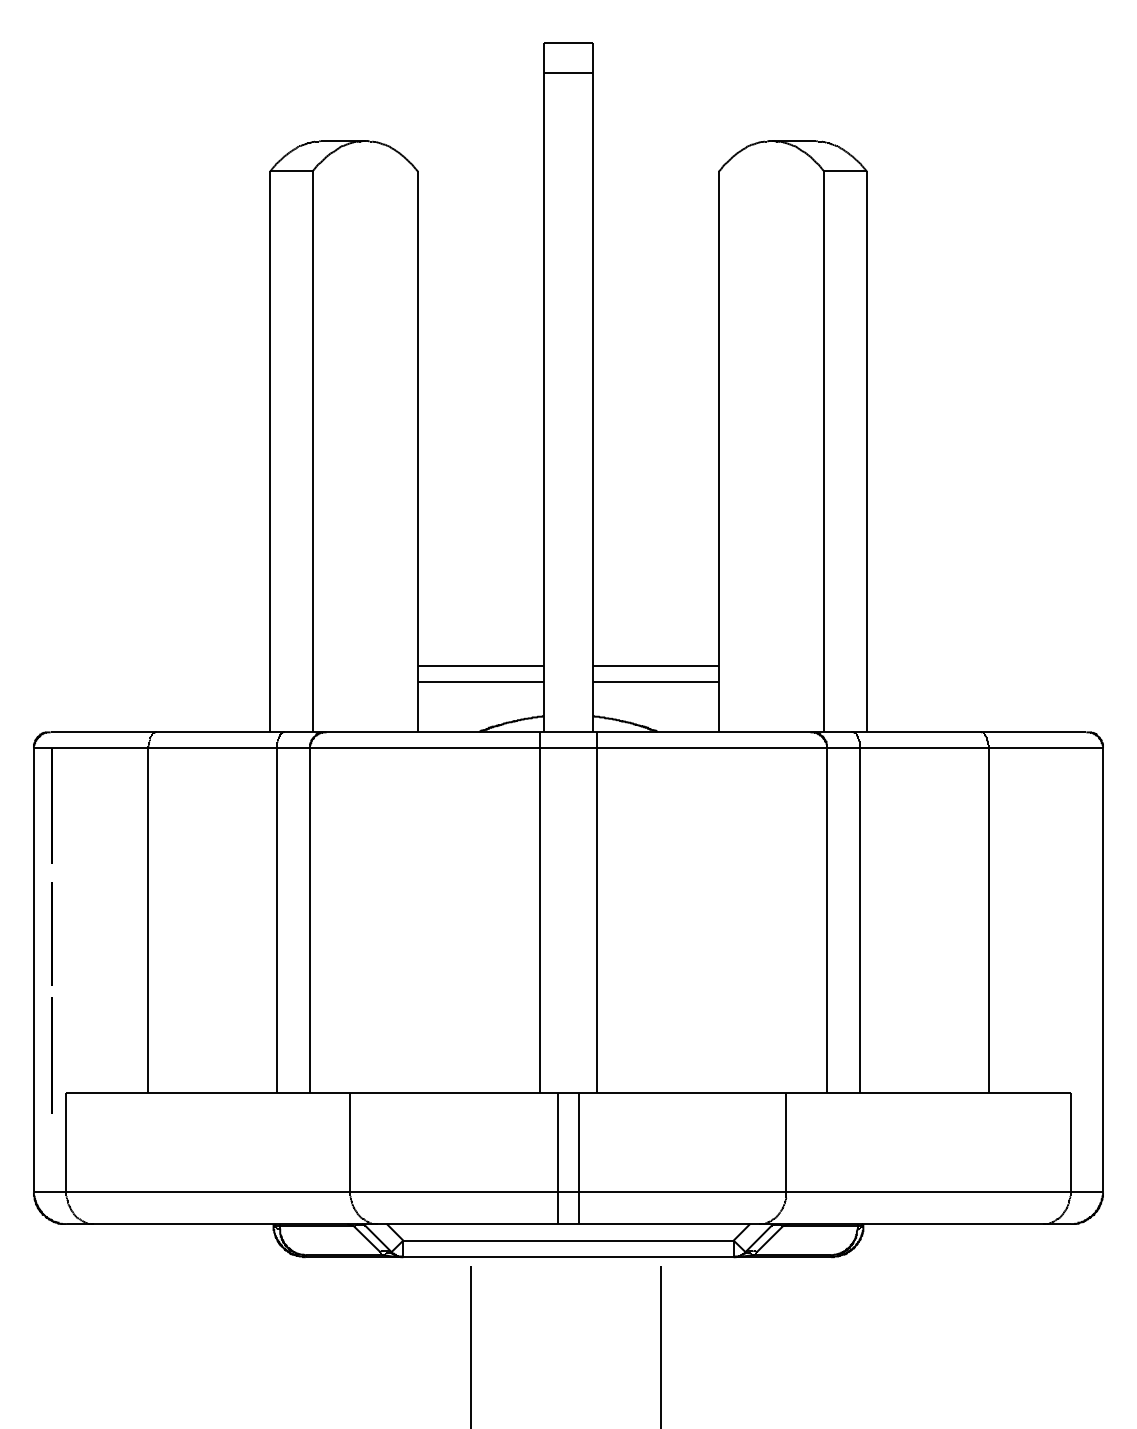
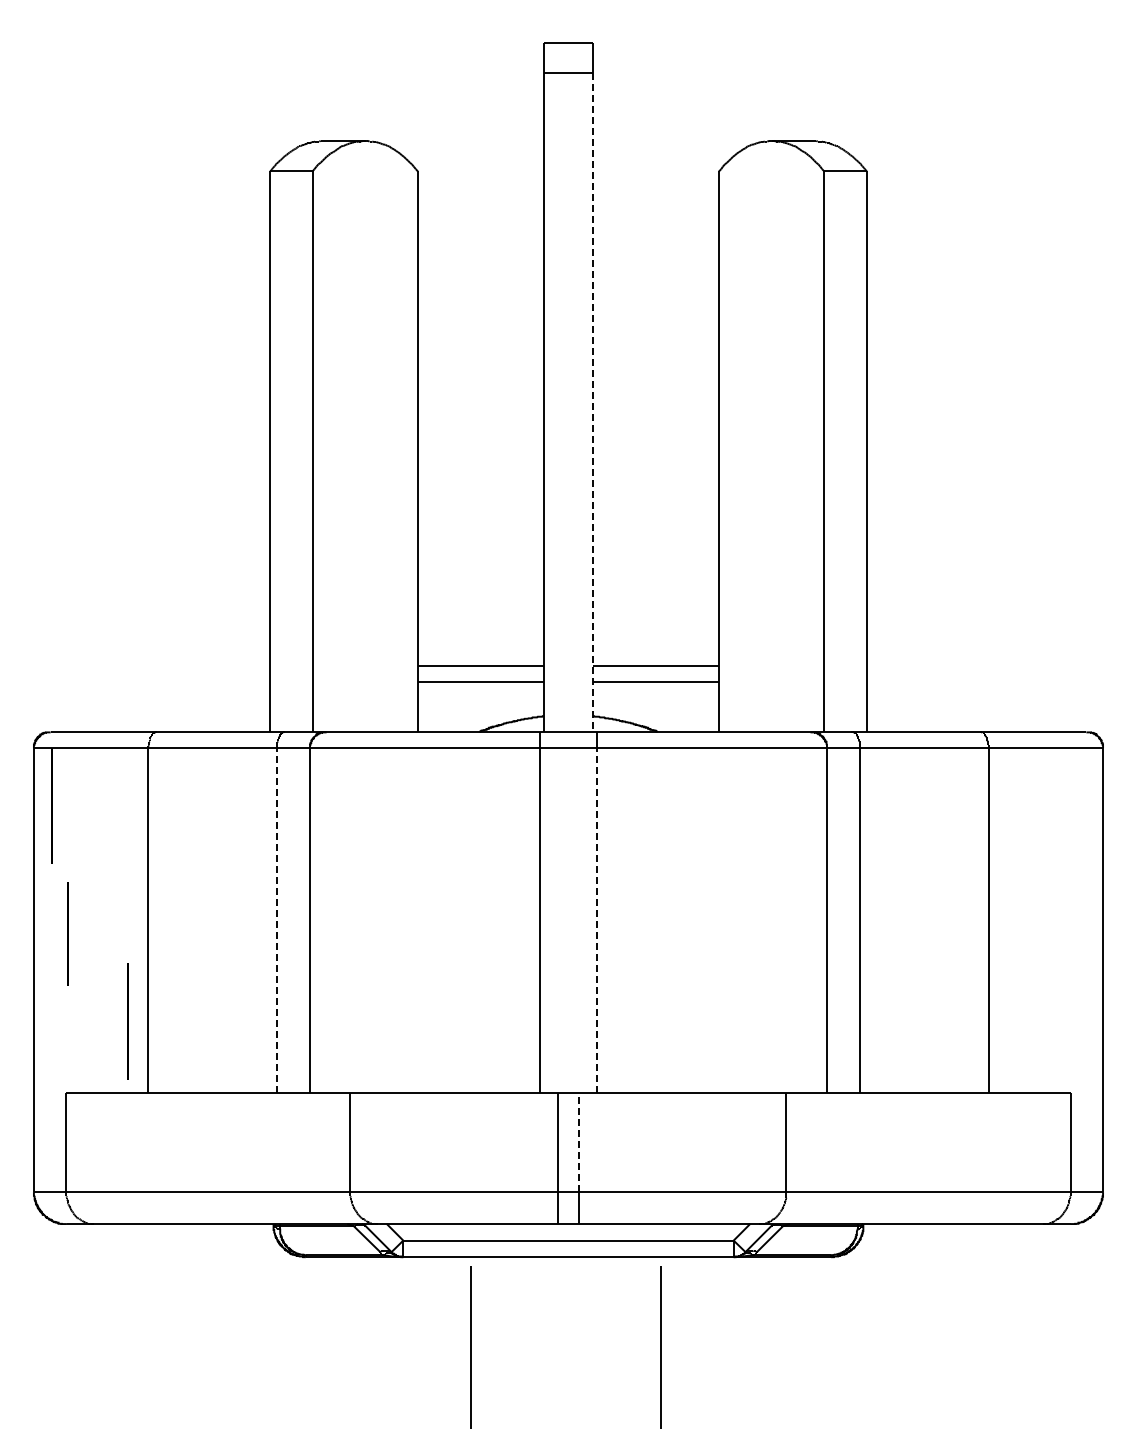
line at (593, 402): solid -> dashed
line at (276, 920): solid -> dashed
line at (597, 920): solid -> dashed
line at (51, 933) position: (51, 933) -> (67, 933)
line at (51, 1055) position: (51, 1055) -> (127, 1021)
line at (578, 1142): solid -> dashed
